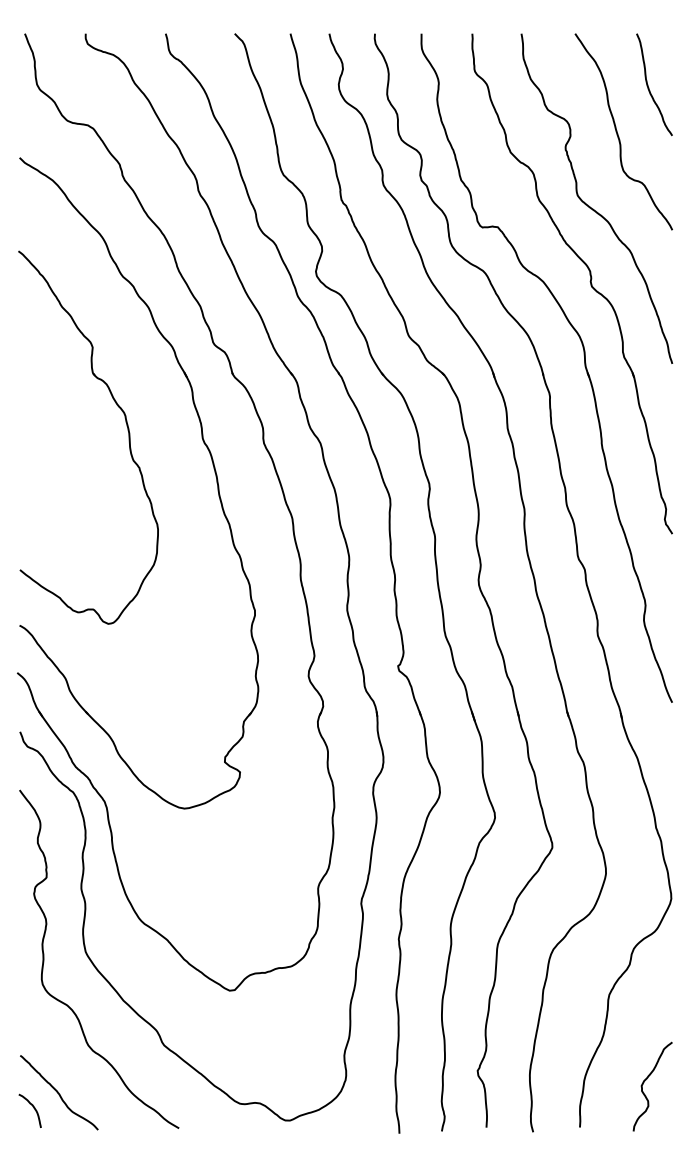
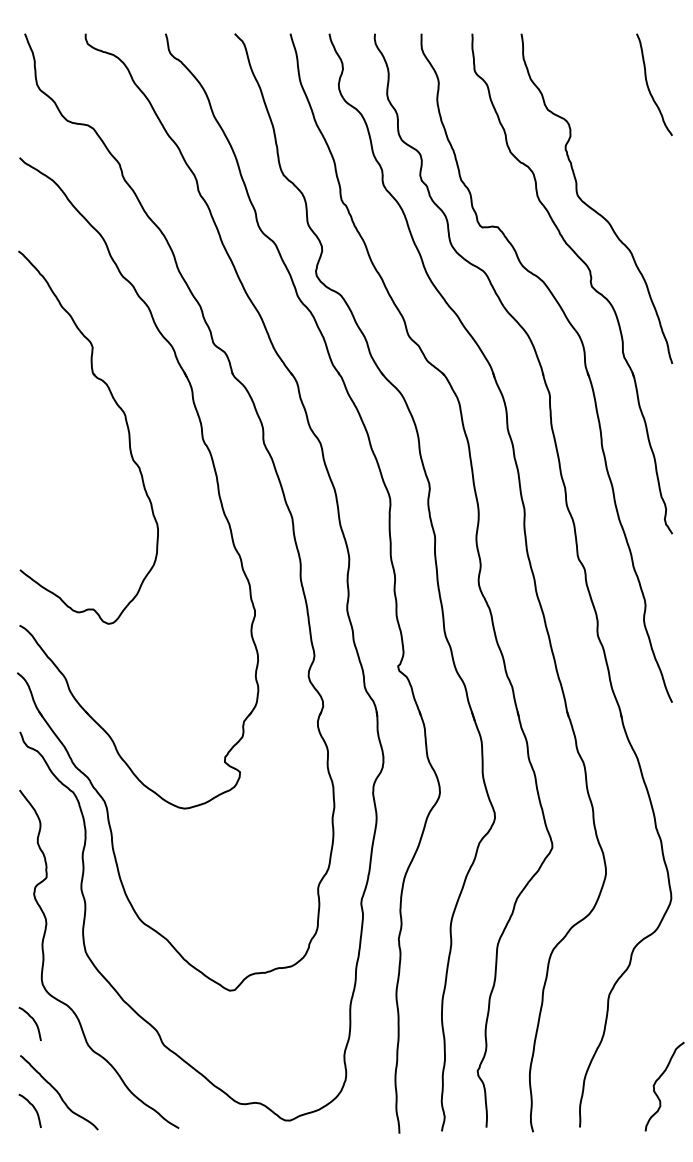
curve at (618, 133): present -> none
curve at (33, 1021): none -> present
curve at (646, 1080) position: (646, 1080) -> (658, 1080)
